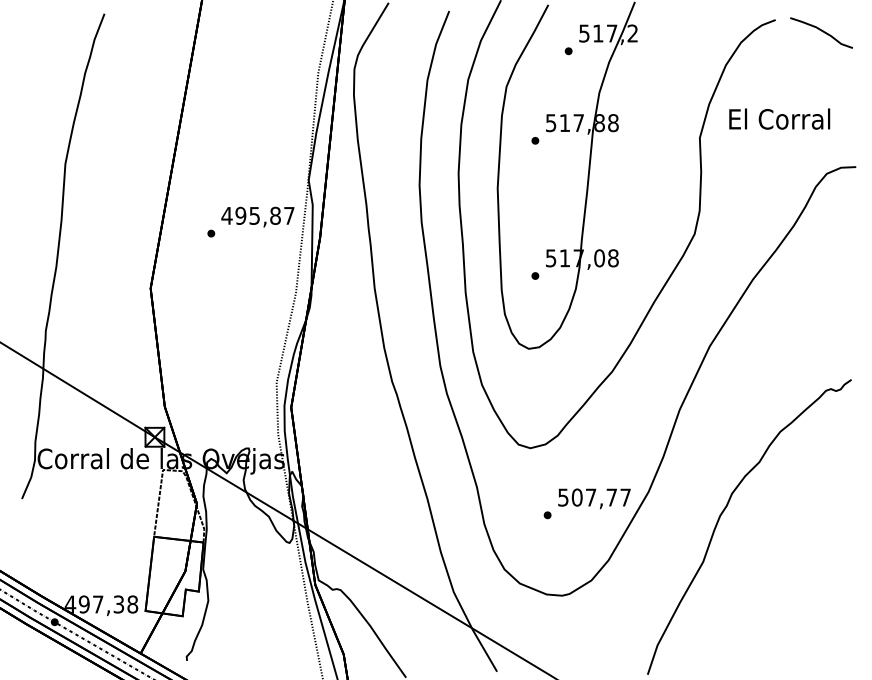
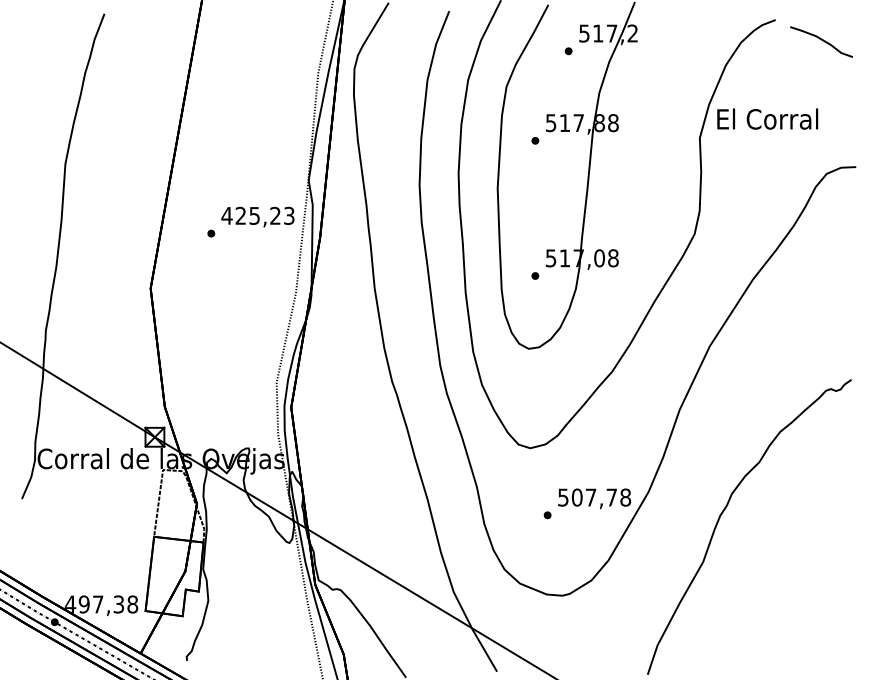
curve at (821, 31) position: (821, 31) -> (821, 40)
text at (779, 118) position: (779, 118) -> (767, 118)
text at (264, 215): 495,87 -> 425,23
text at (625, 497): 507,77 -> 507,78
